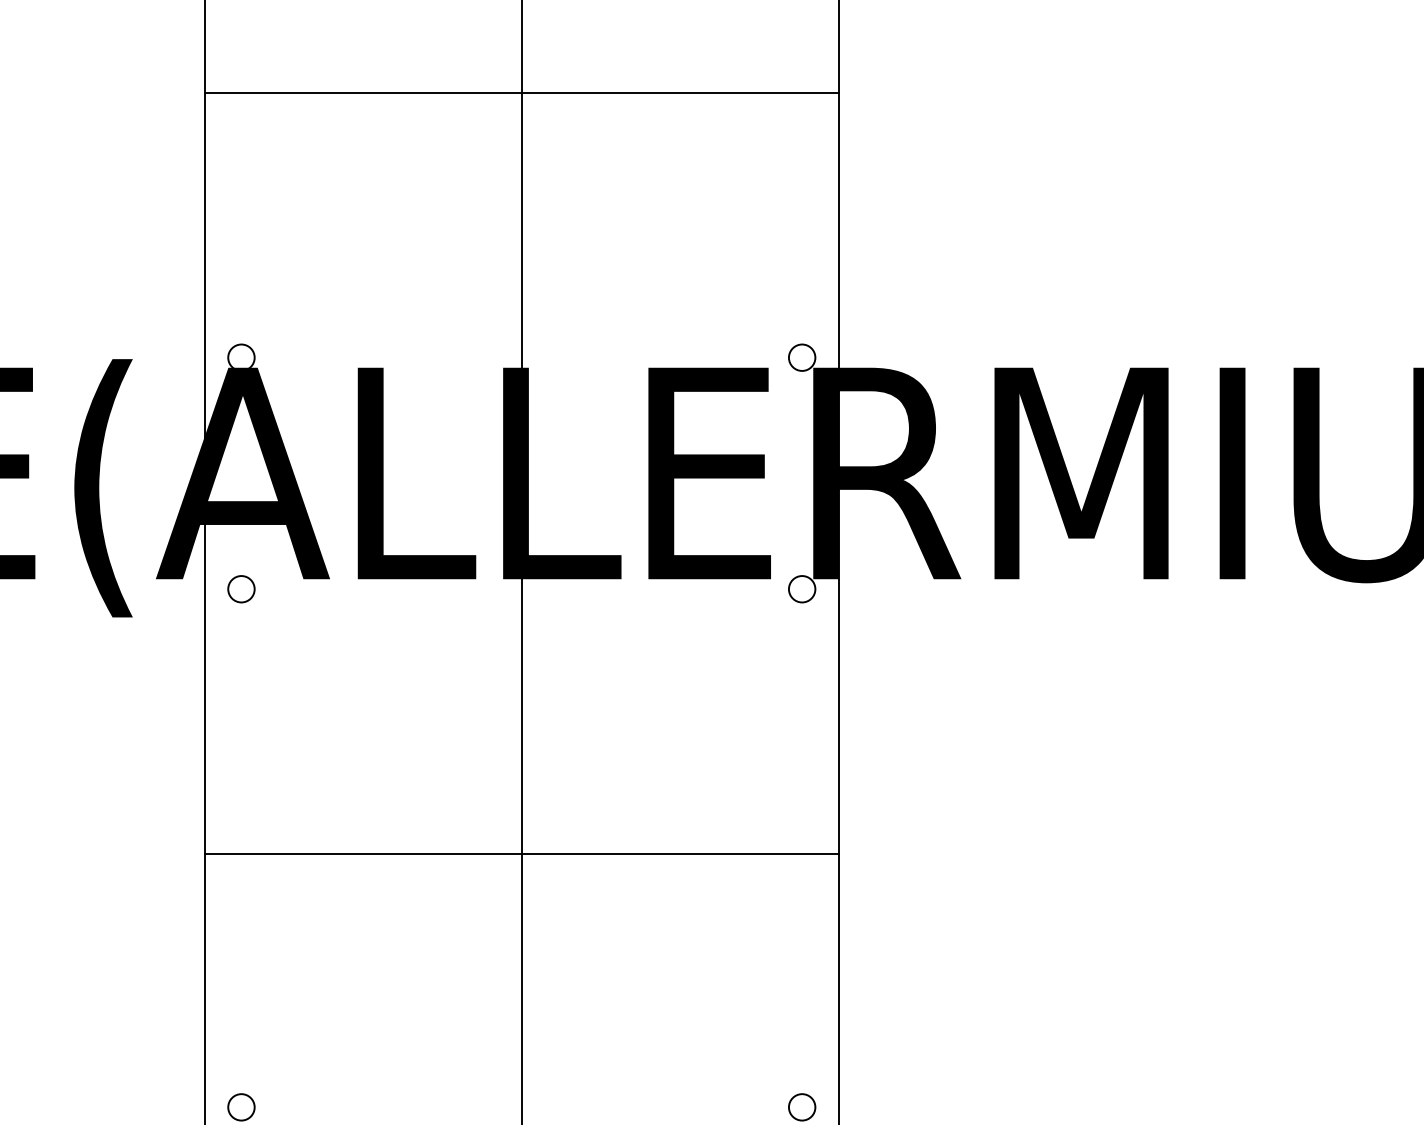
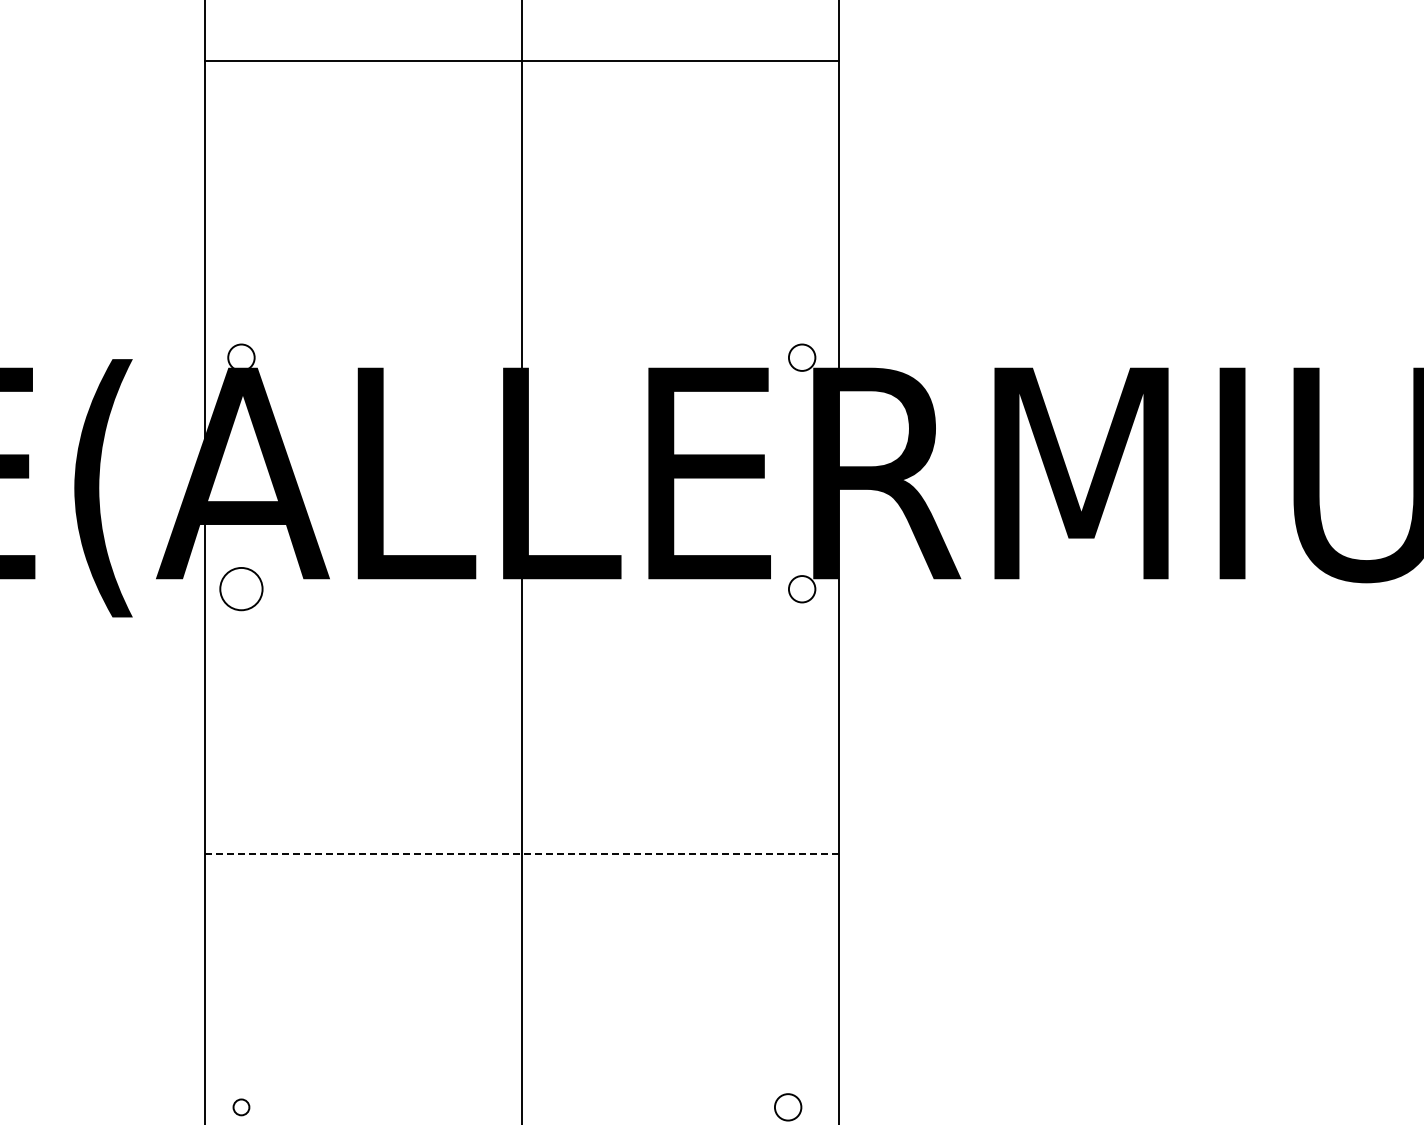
line at (521, 92) position: (521, 92) -> (521, 60)
circle at (241, 589) size: 29x29 px -> 45x45 px
line at (522, 854): solid -> dashed
circle at (241, 1107) size: 29x29 px -> 19x19 px
circle at (802, 1107) position: (802, 1107) -> (788, 1107)
